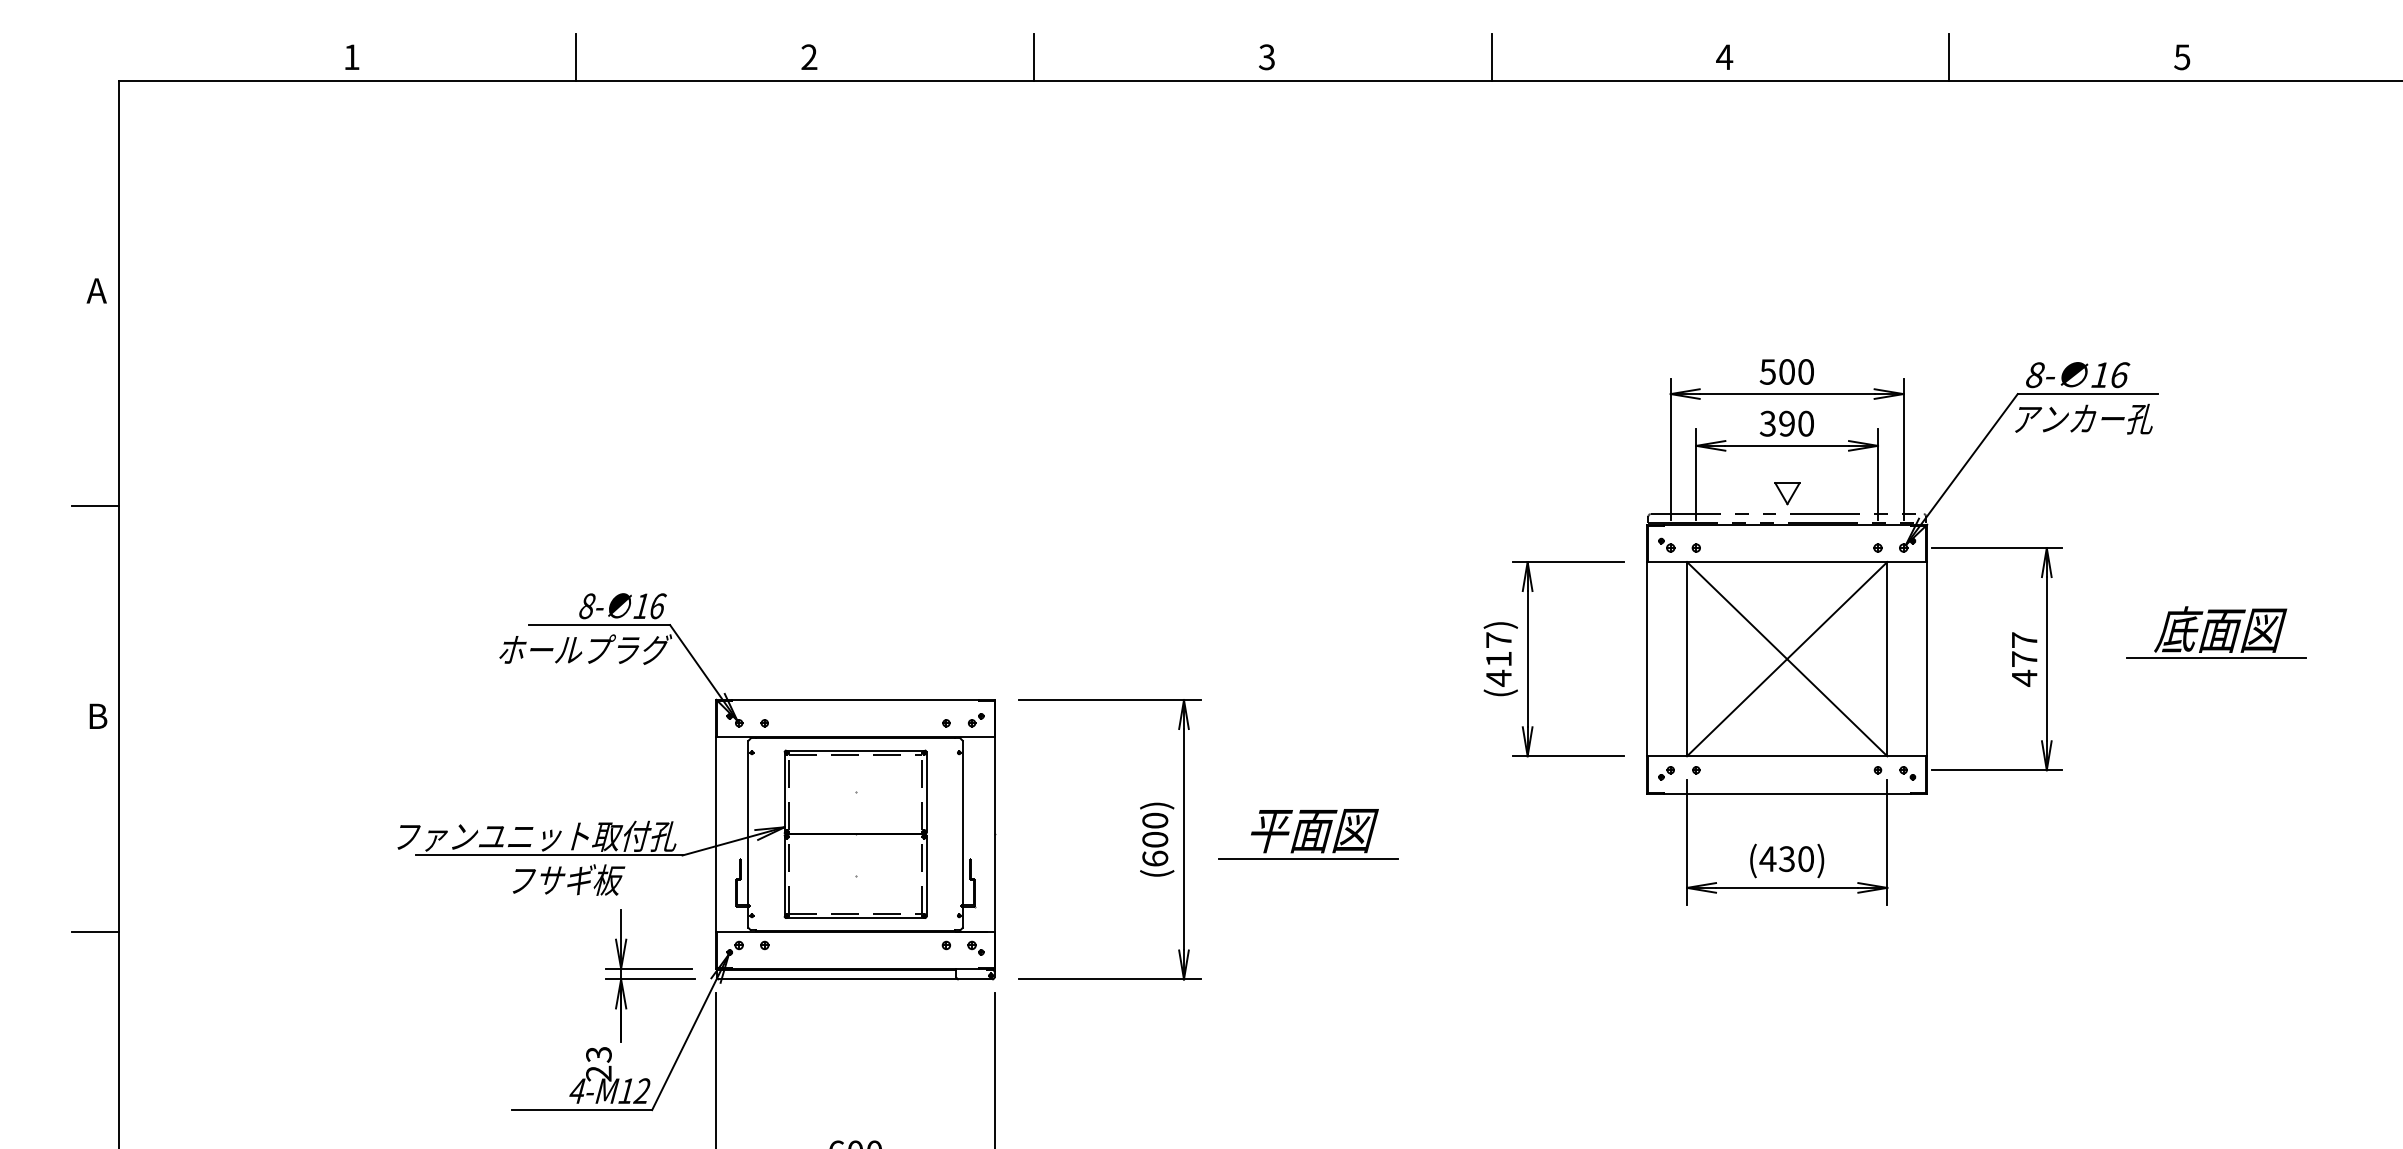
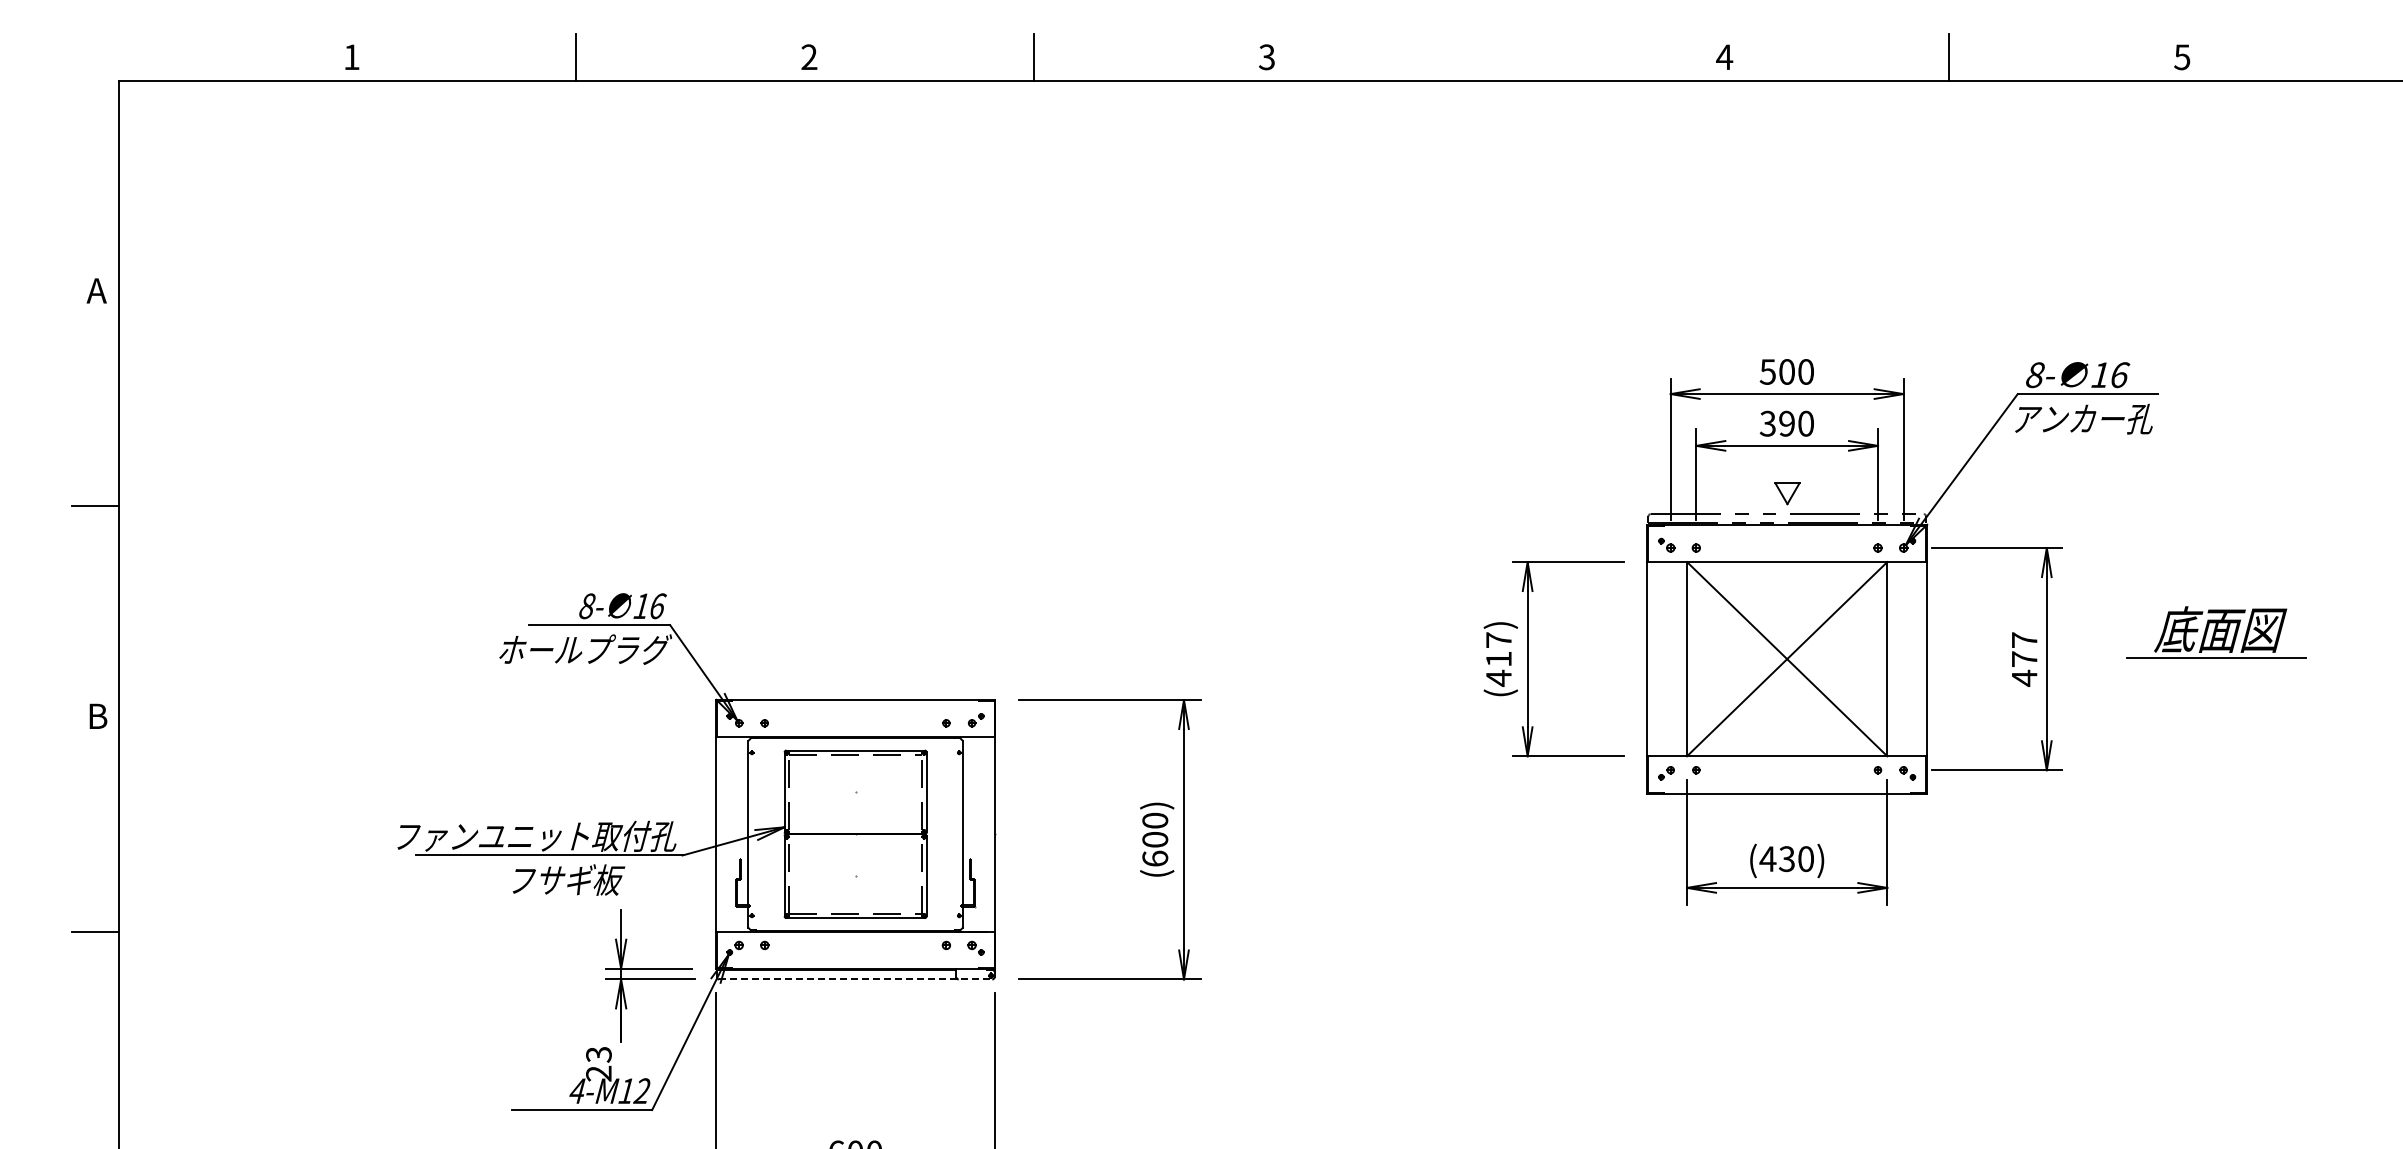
line at (1491, 57): present -> none
part at (1308, 834): present -> none
line at (855, 979): solid -> dashed
